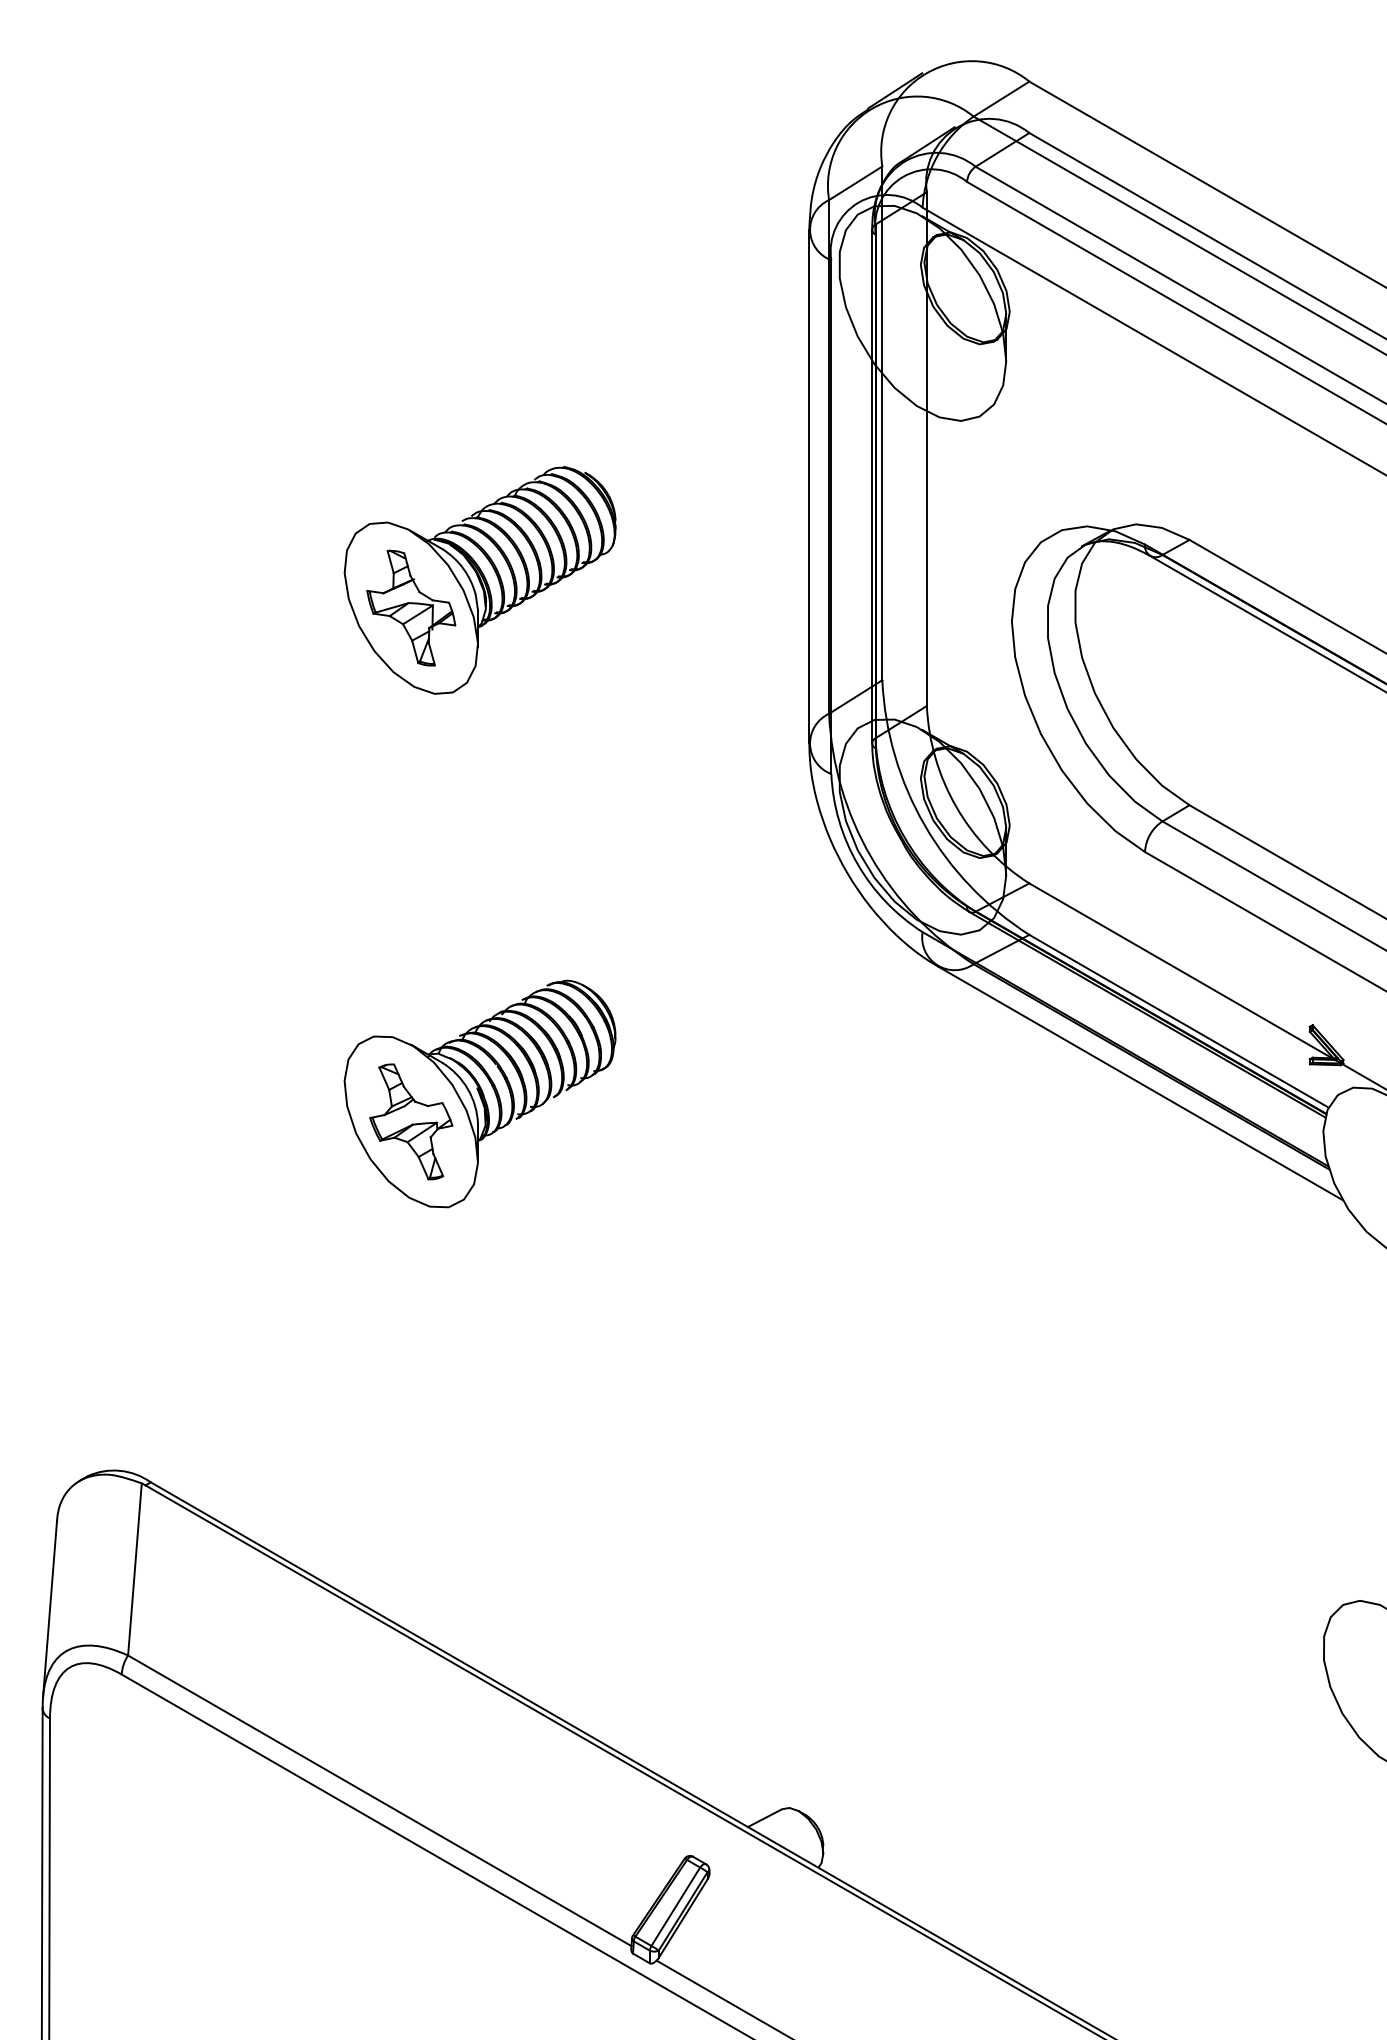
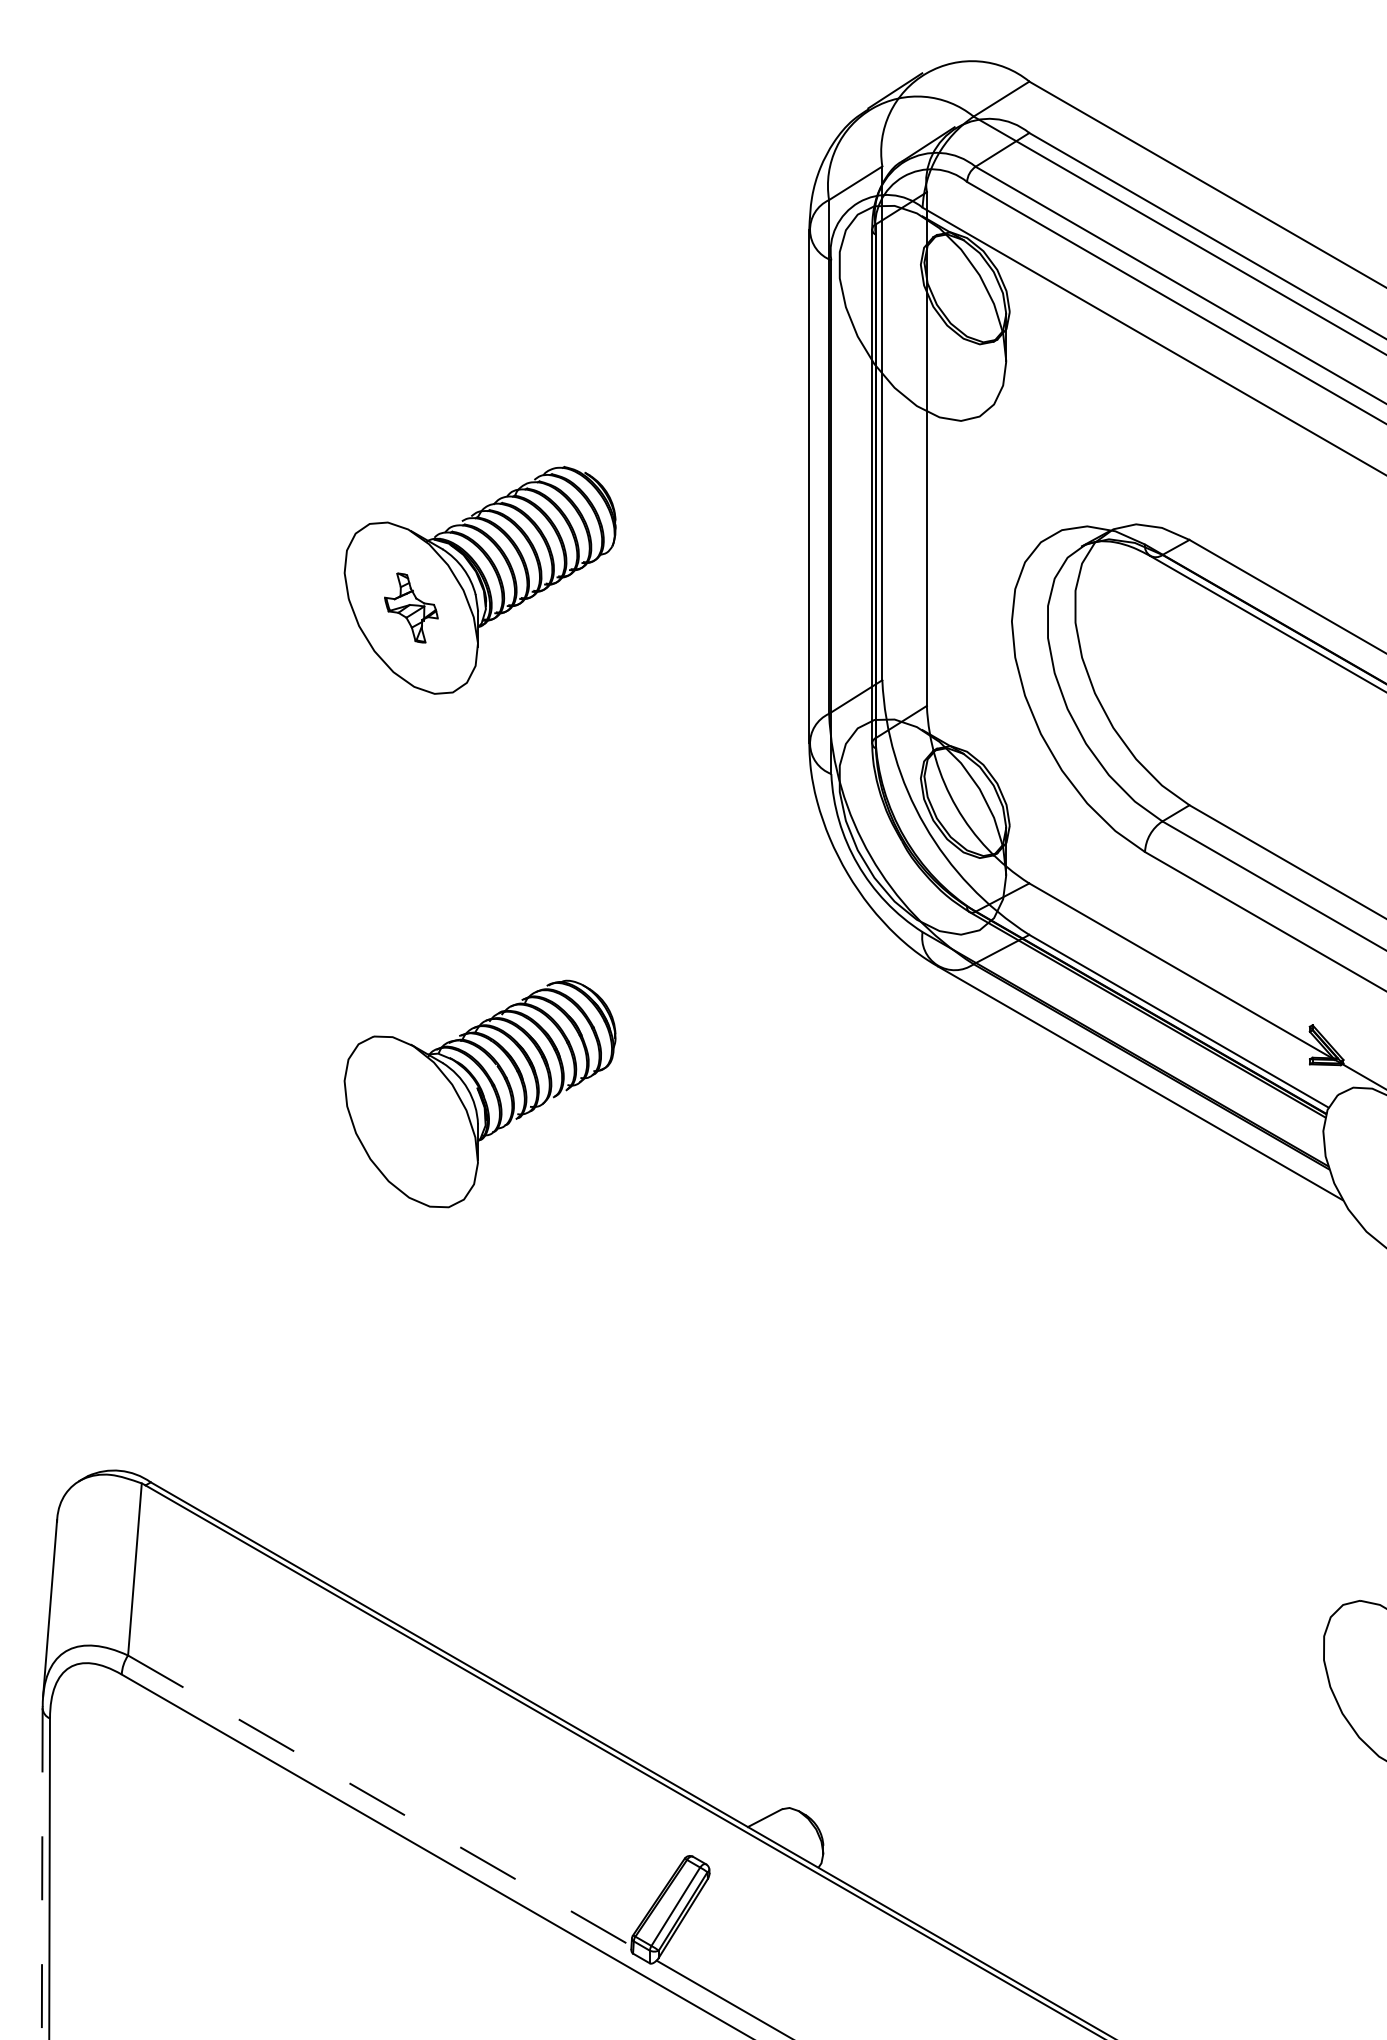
part at (411, 607) size: 91x118 px -> 55x72 px
part at (411, 1121): present -> none
line at (379, 1800): solid -> dashed
line at (42, 1874): solid -> dashed
